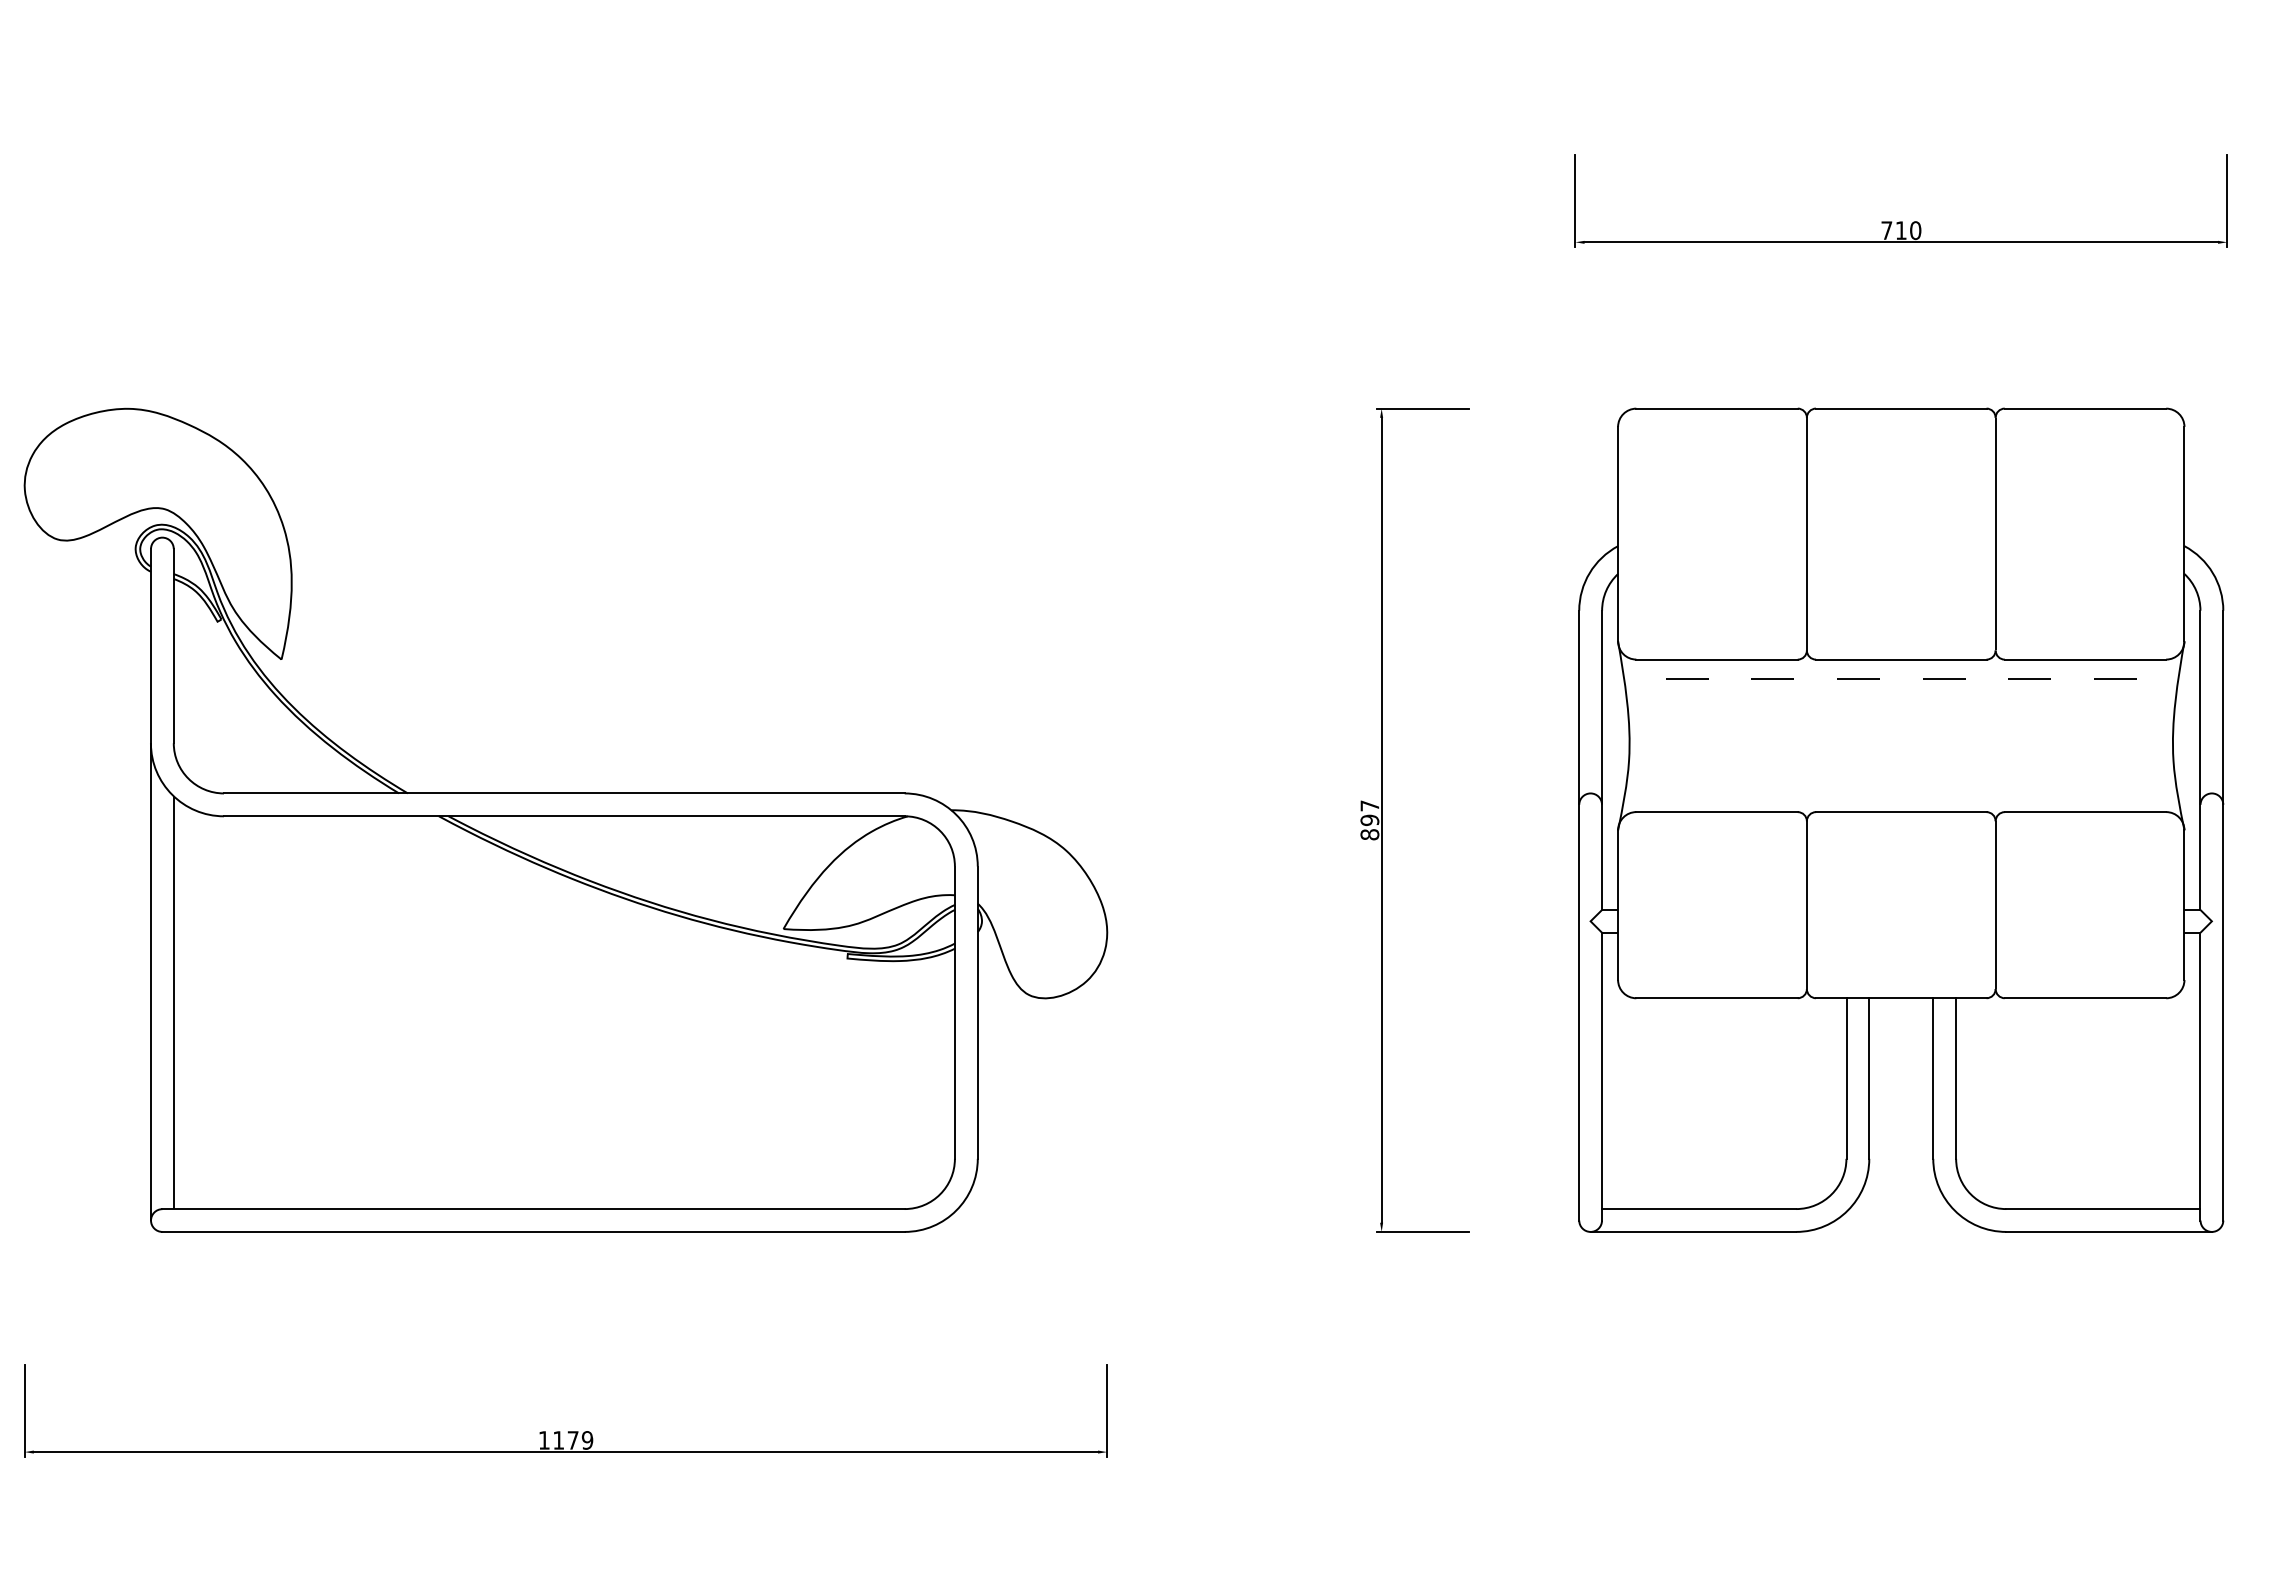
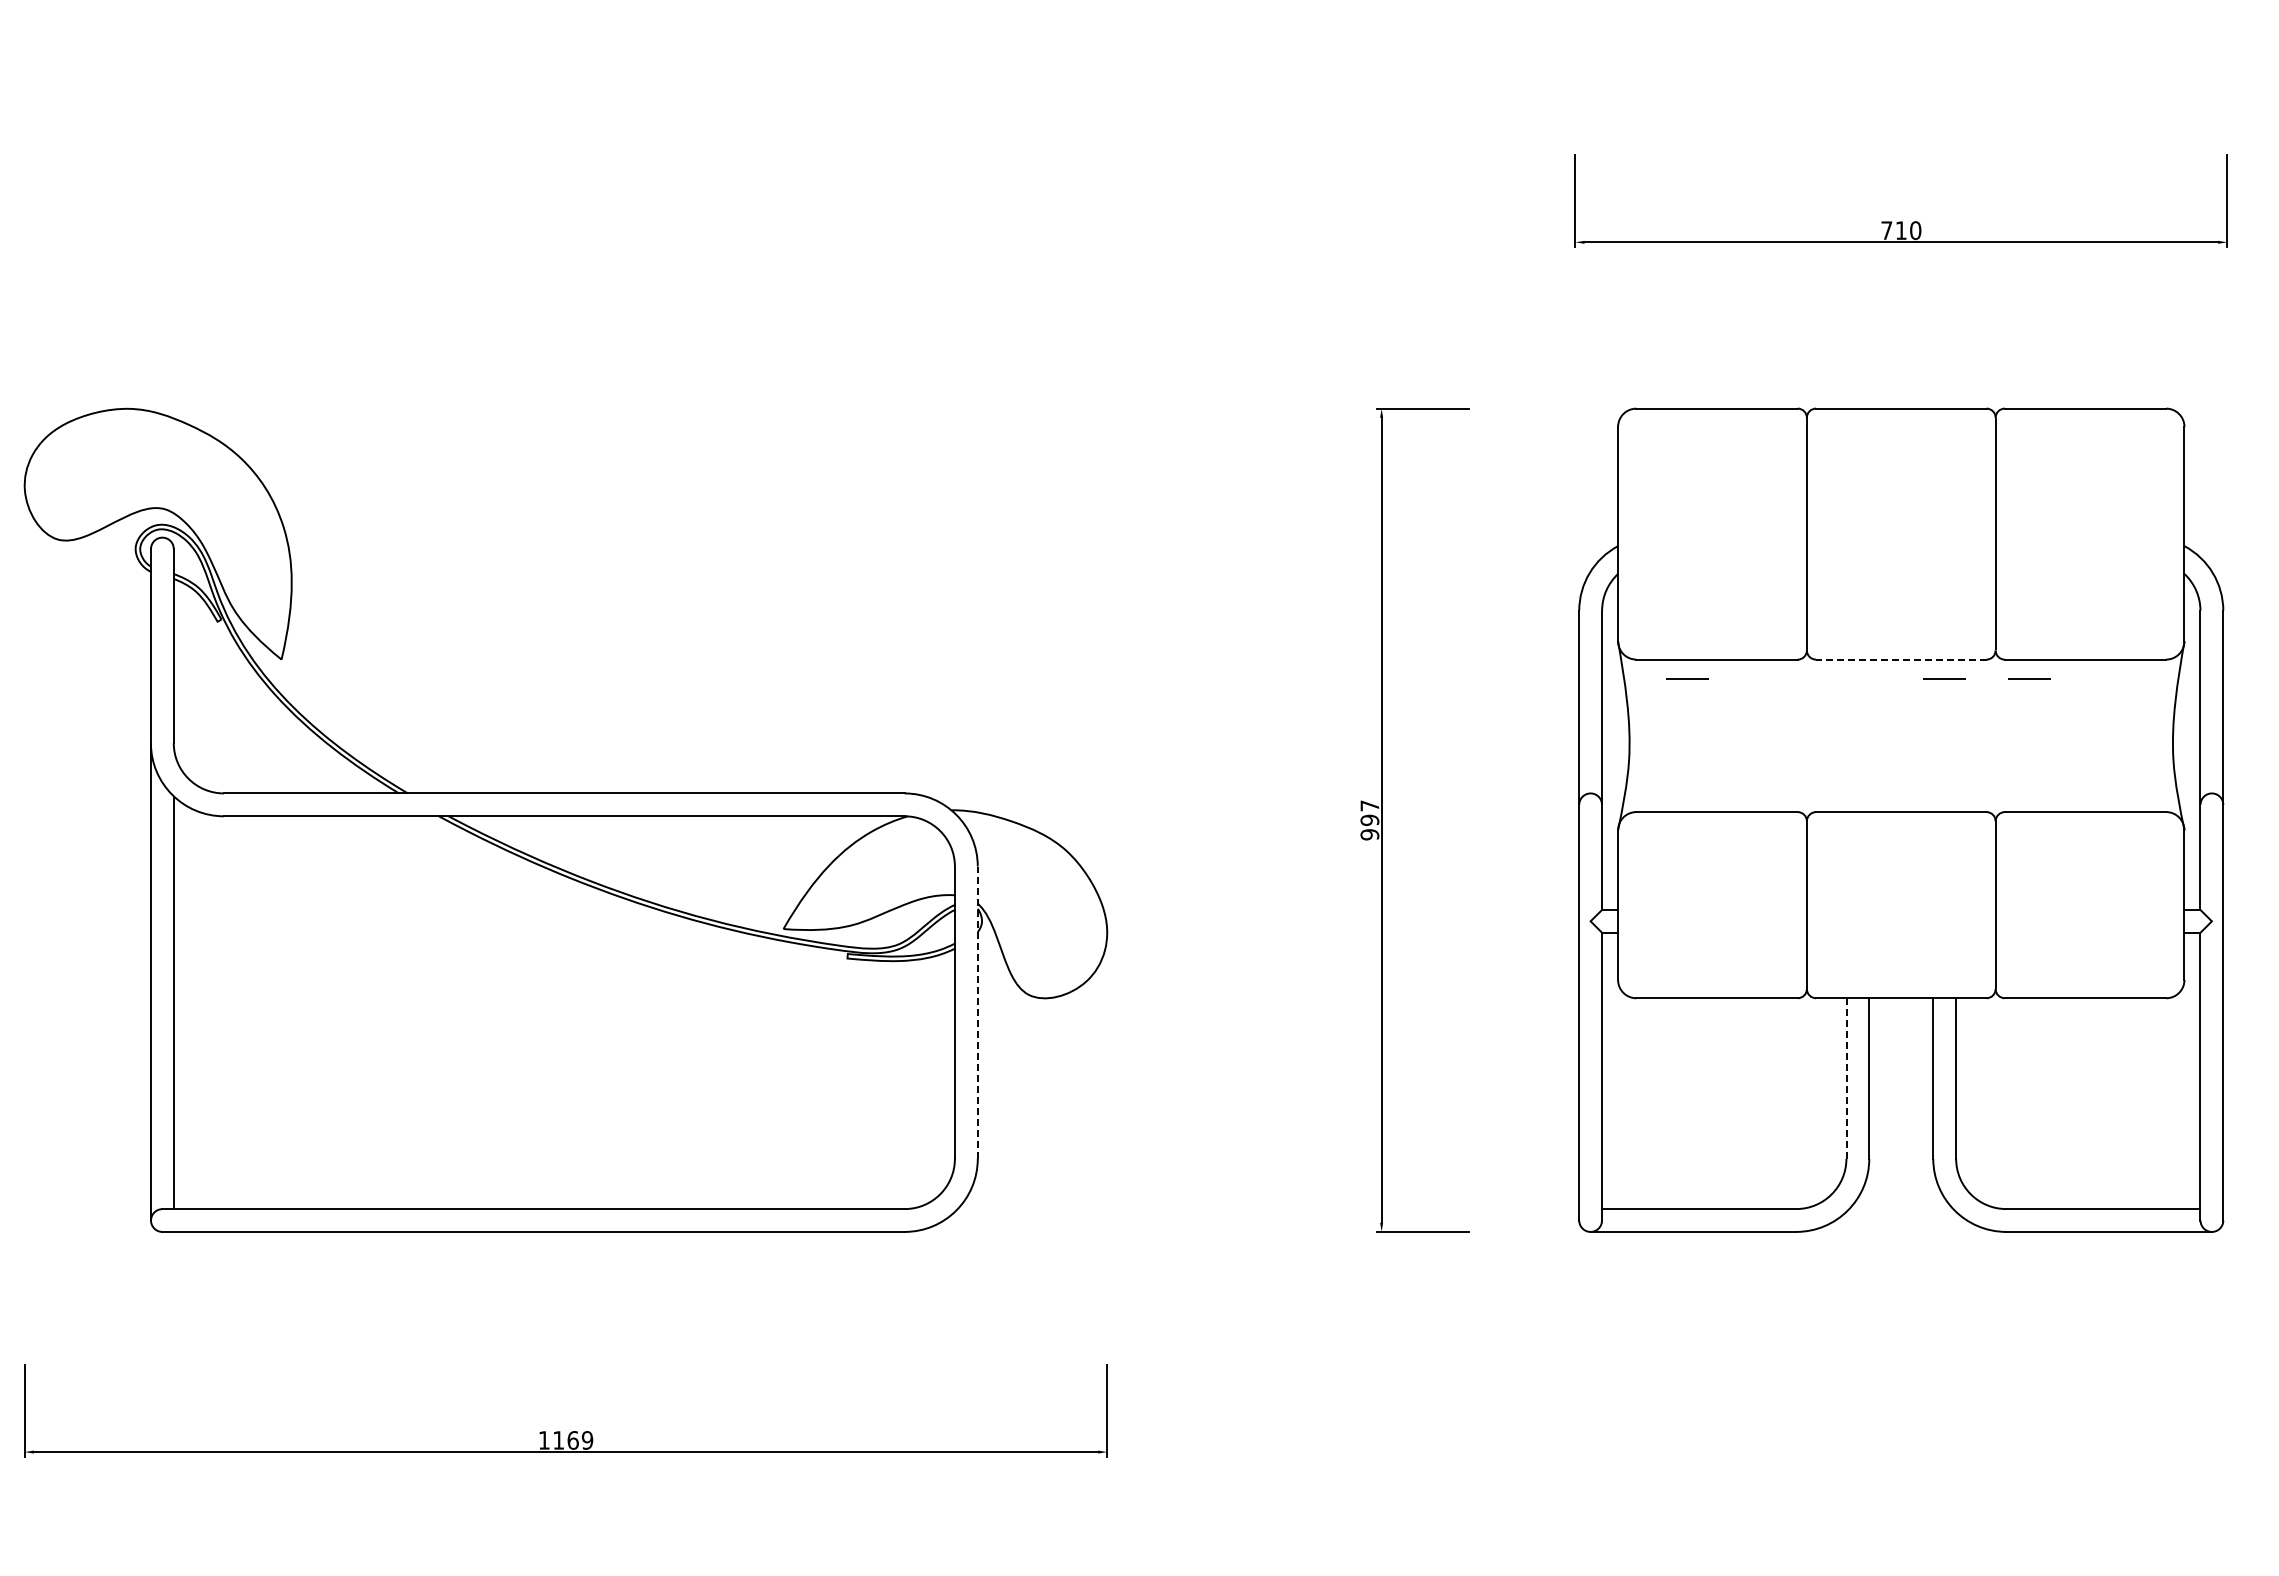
line at (1900, 659): solid -> dashed
line at (1772, 678): present -> none
line at (1858, 678): present -> none
line at (2115, 678): present -> none
text at (1369, 834): 897 -> 997
line at (977, 1012): solid -> dashed
line at (1846, 1078): solid -> dashed
text at (572, 1440): 1179 -> 1169
